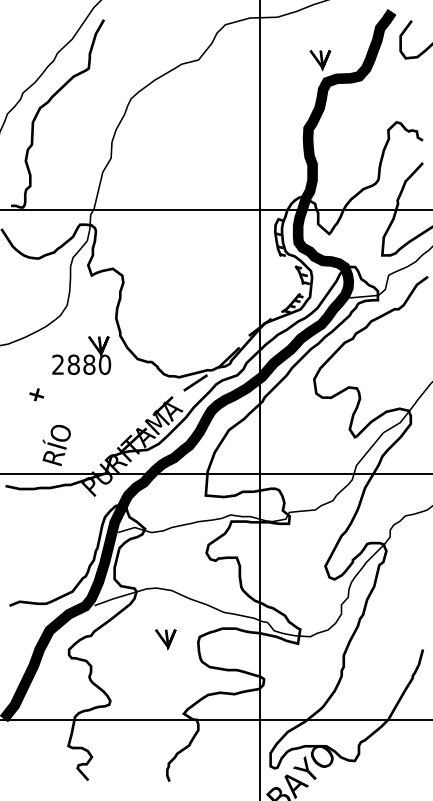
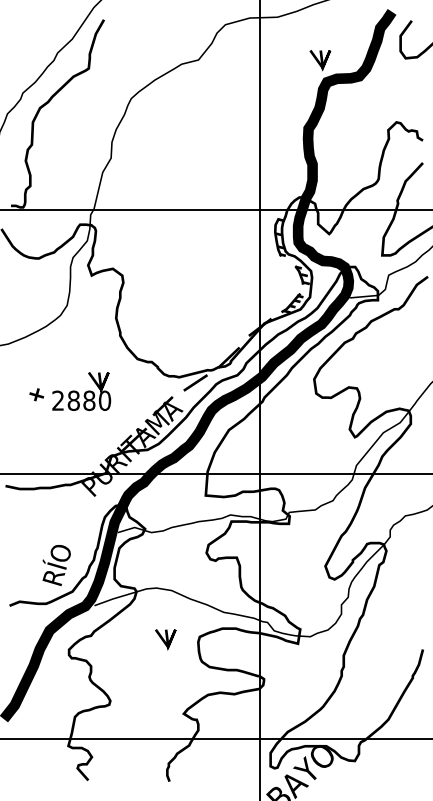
text at (81, 355) position: (81, 355) -> (81, 391)
text at (56, 445) position: (56, 445) -> (56, 565)
line at (215, 719) position: (215, 719) -> (215, 738)
